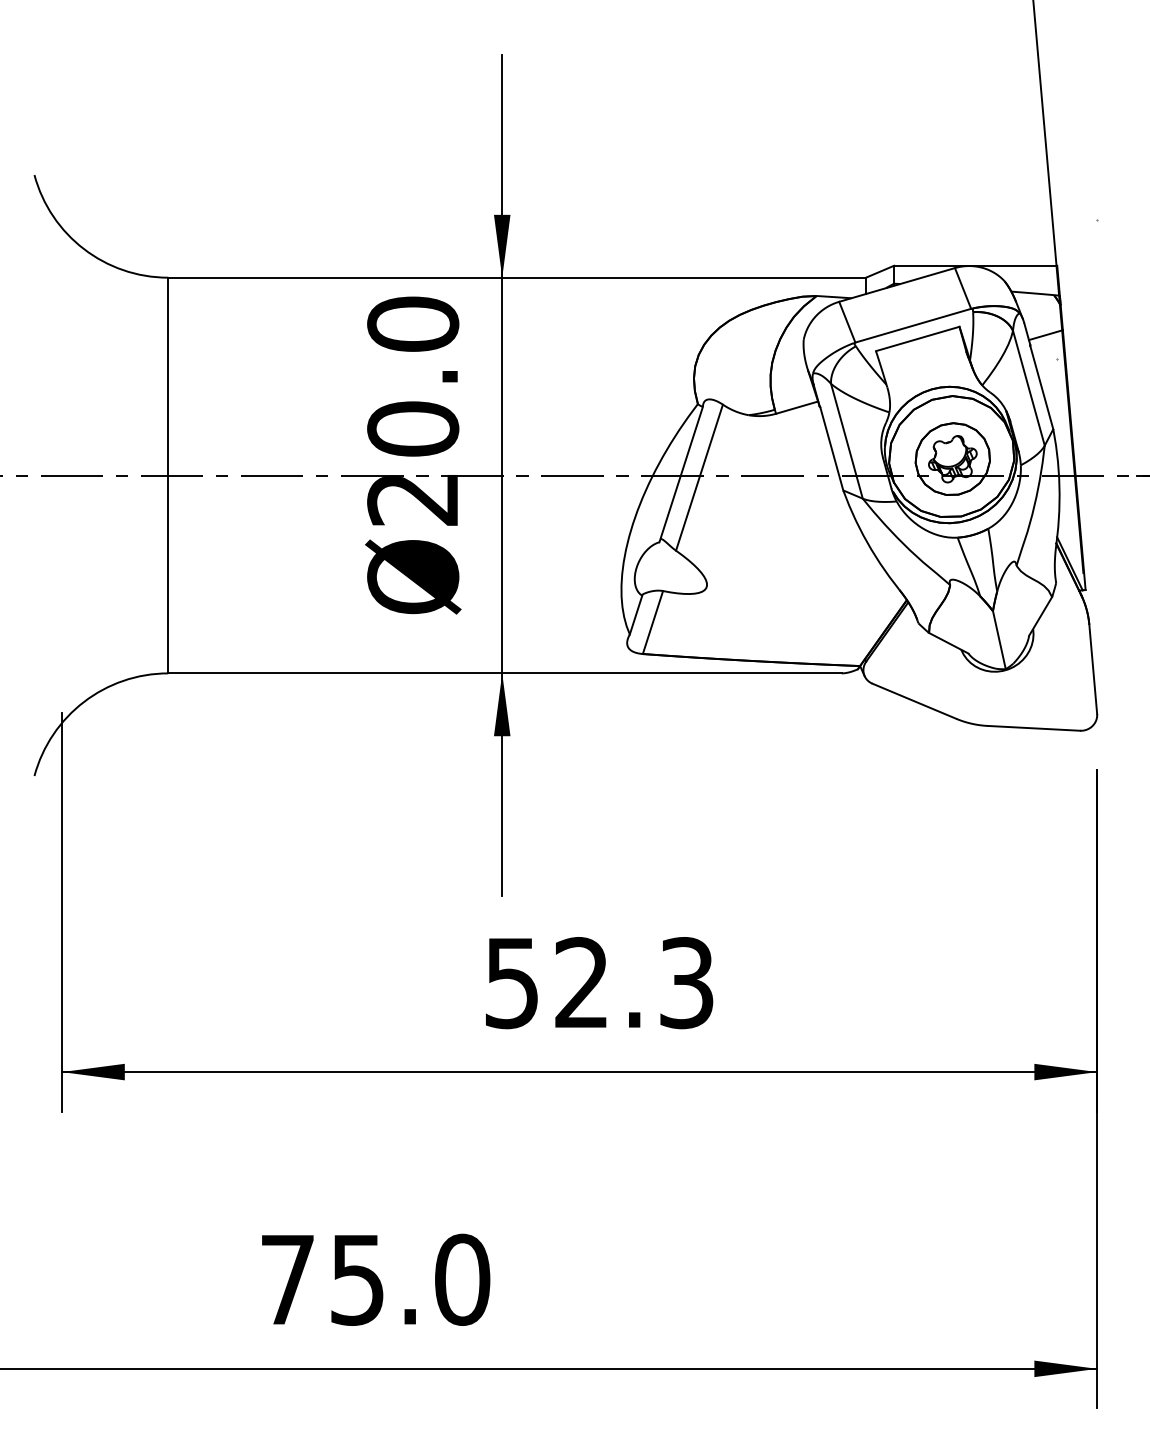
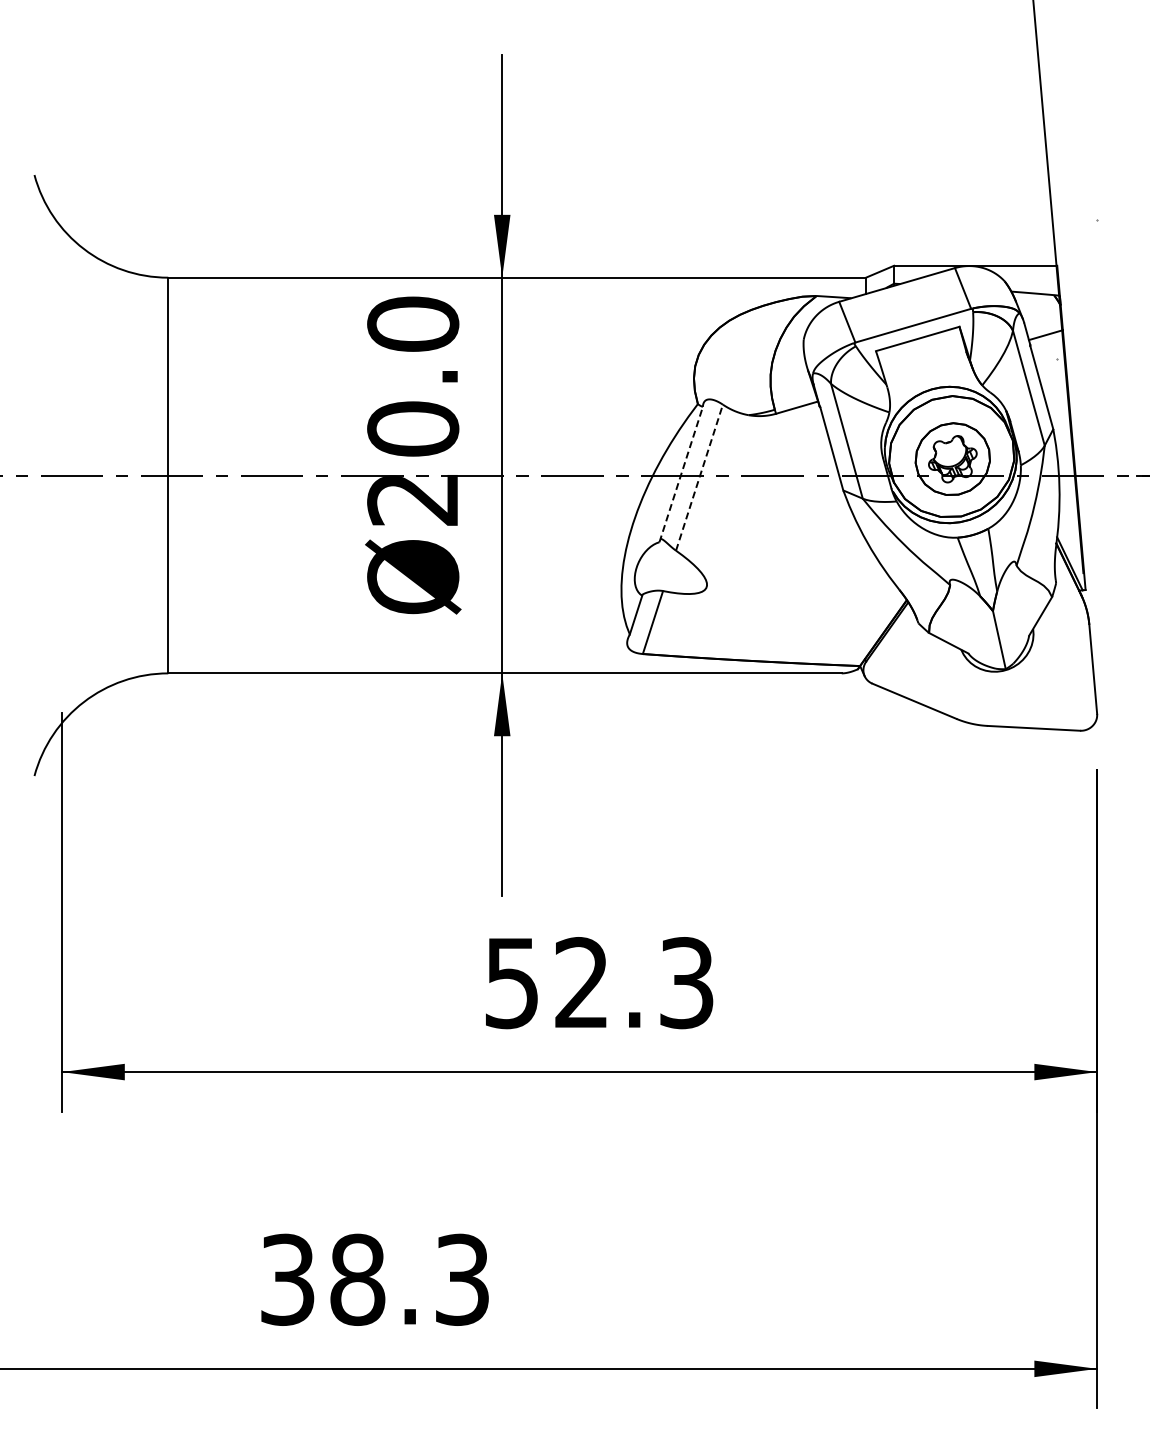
line at (681, 474): solid -> dashed
line at (699, 477): solid -> dashed
text at (375, 1279): 75.0 -> 38.3
